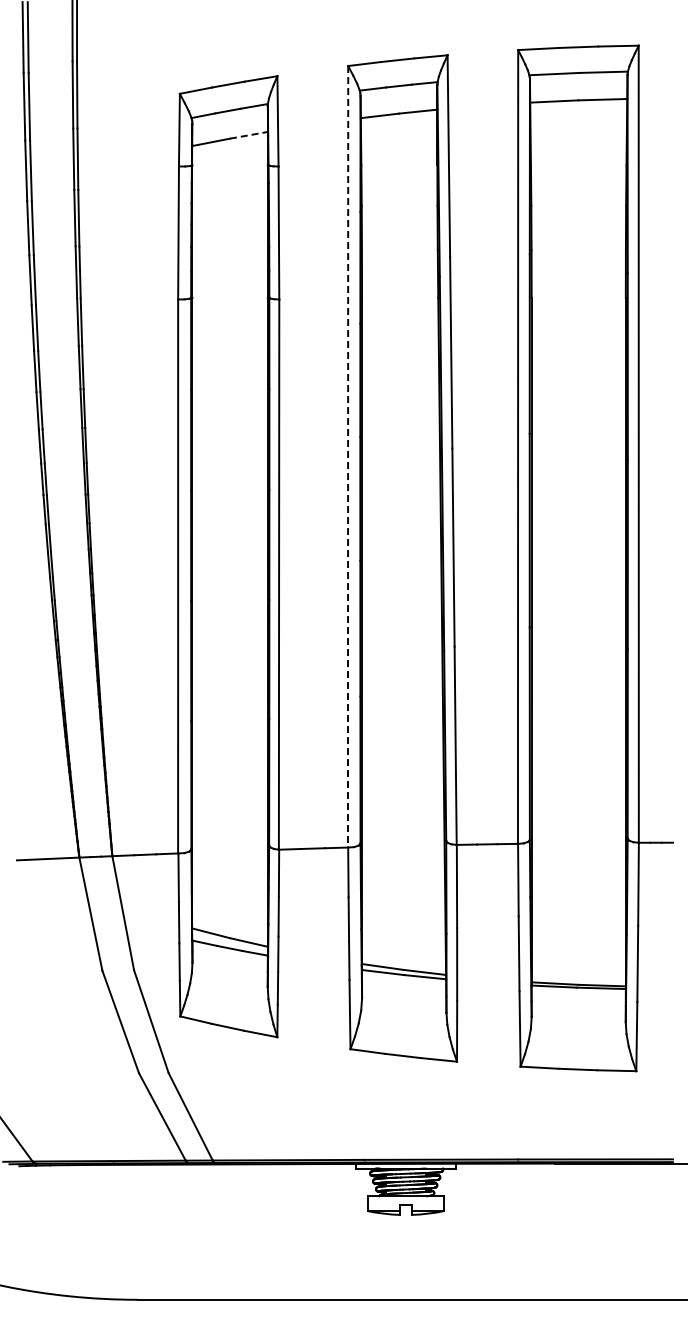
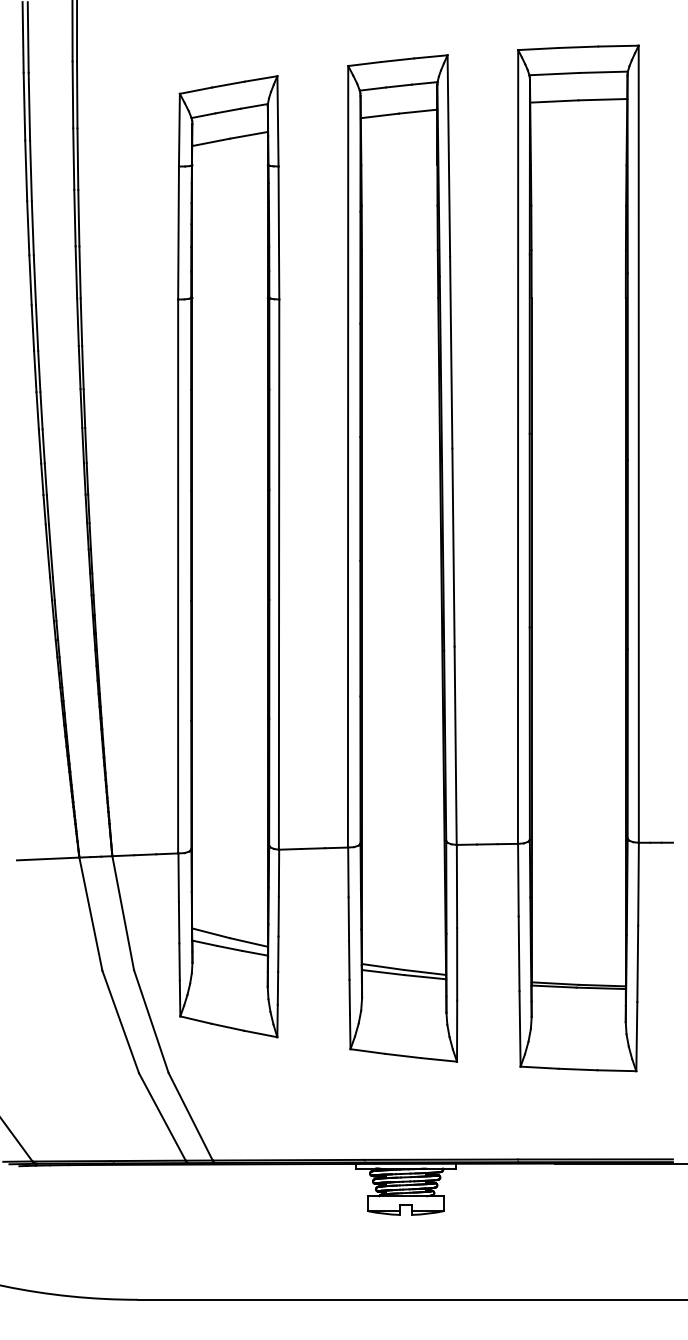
line at (249, 135): dashed -> solid
line at (348, 456): dashed -> solid
